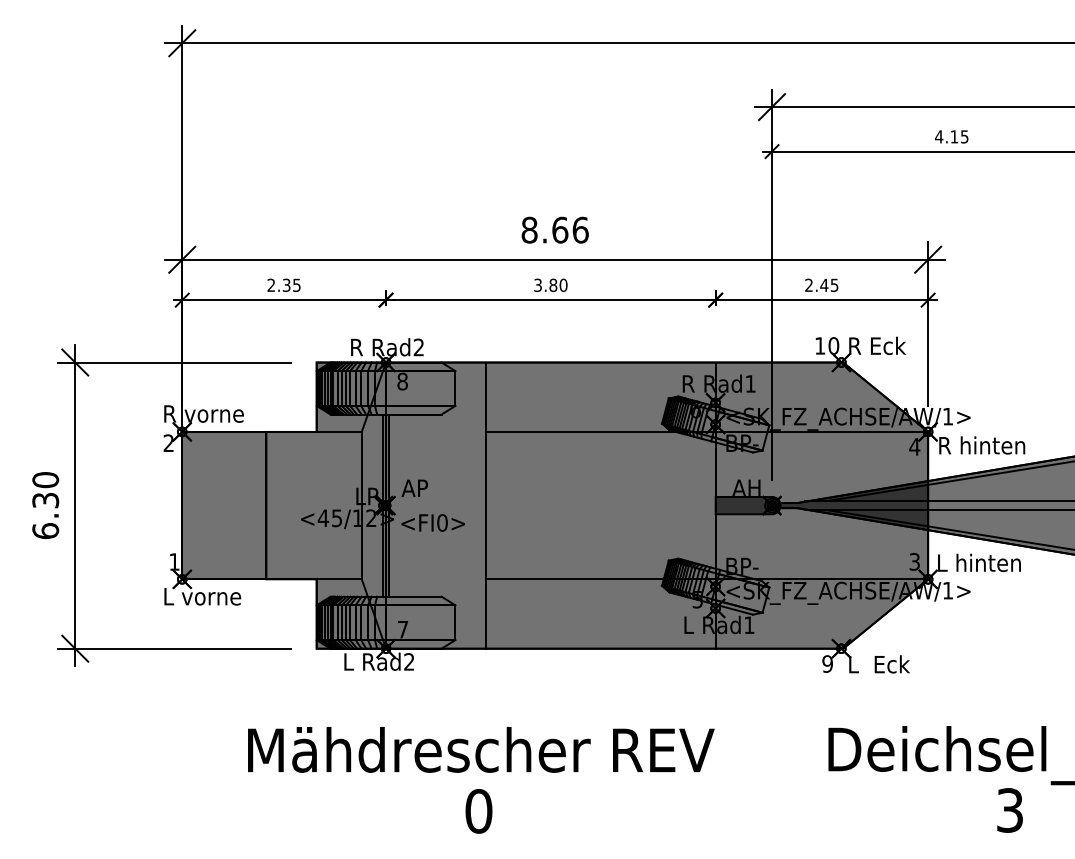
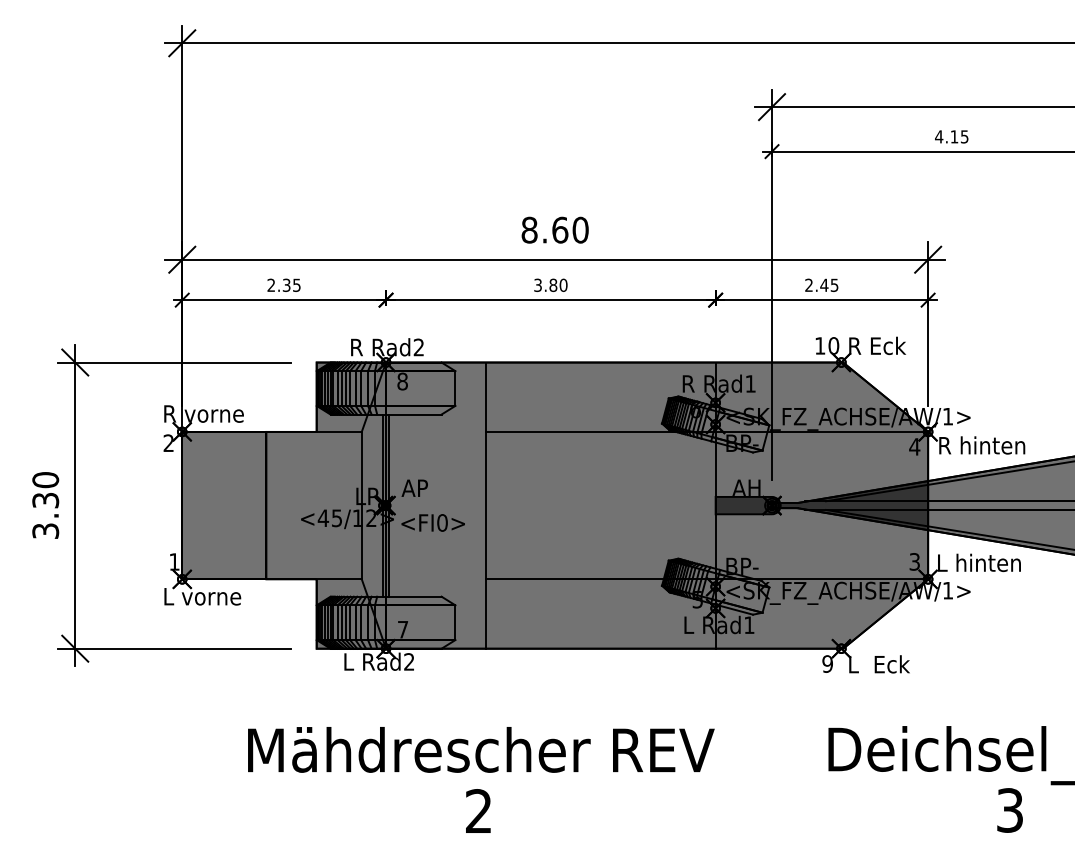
text at (580, 229): 8.66 -> 8.60
text at (45, 530): 6.30 -> 3.30
text at (478, 811): 0 -> 2
